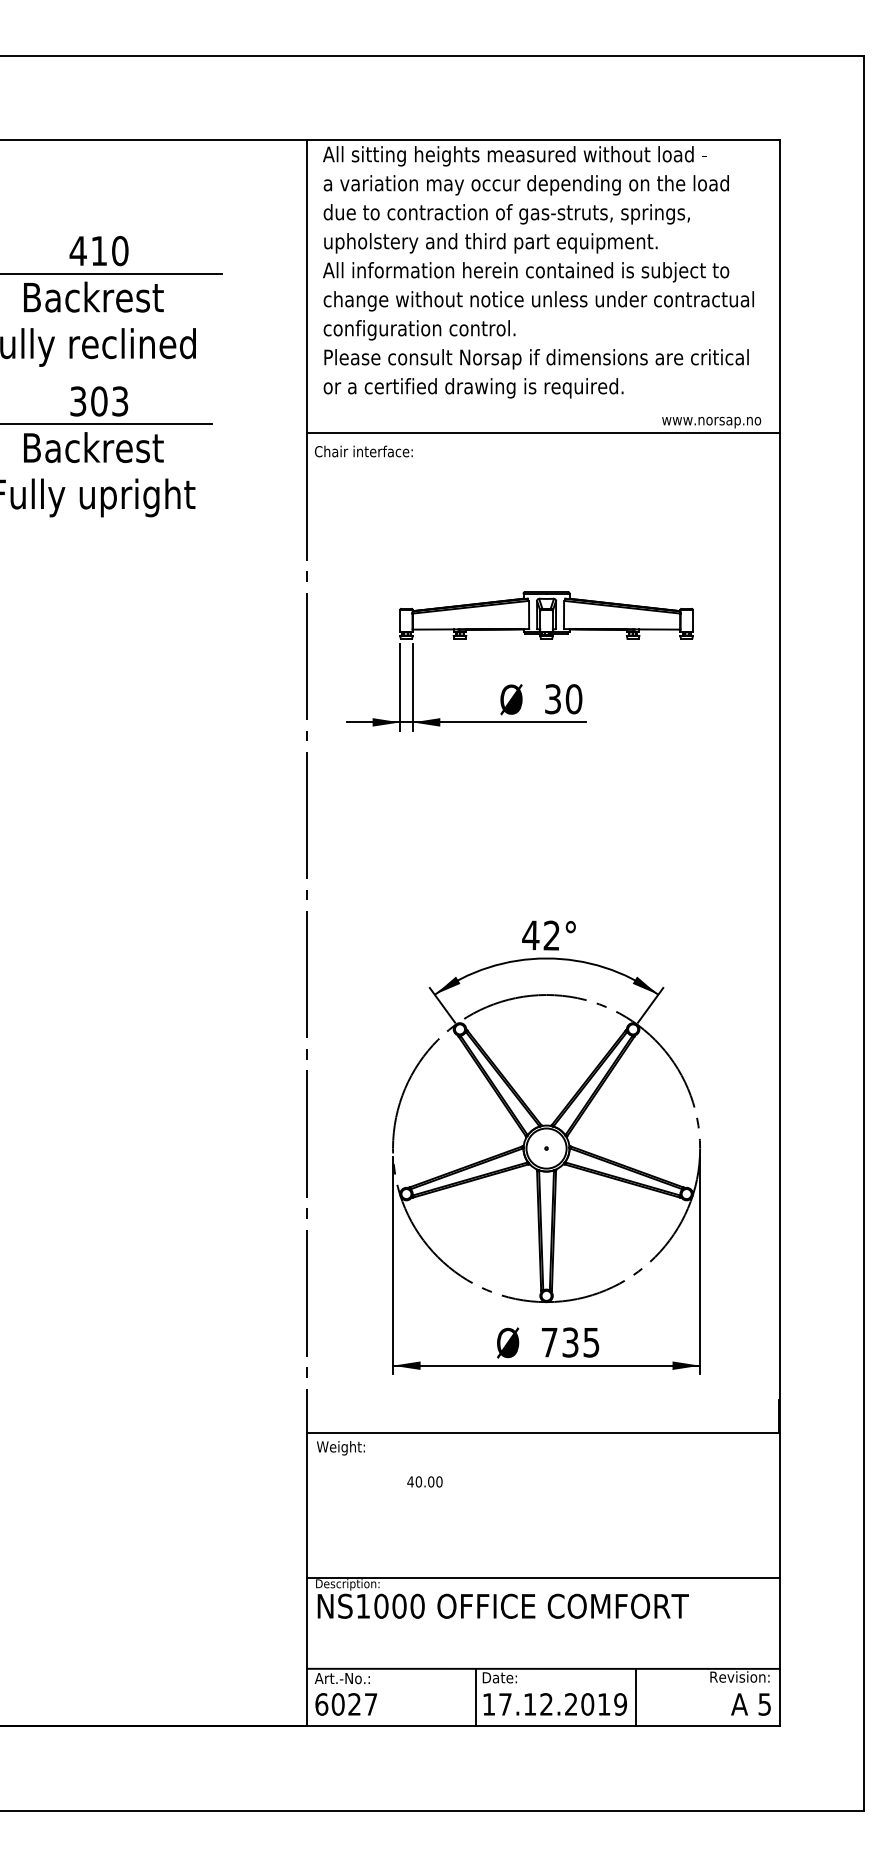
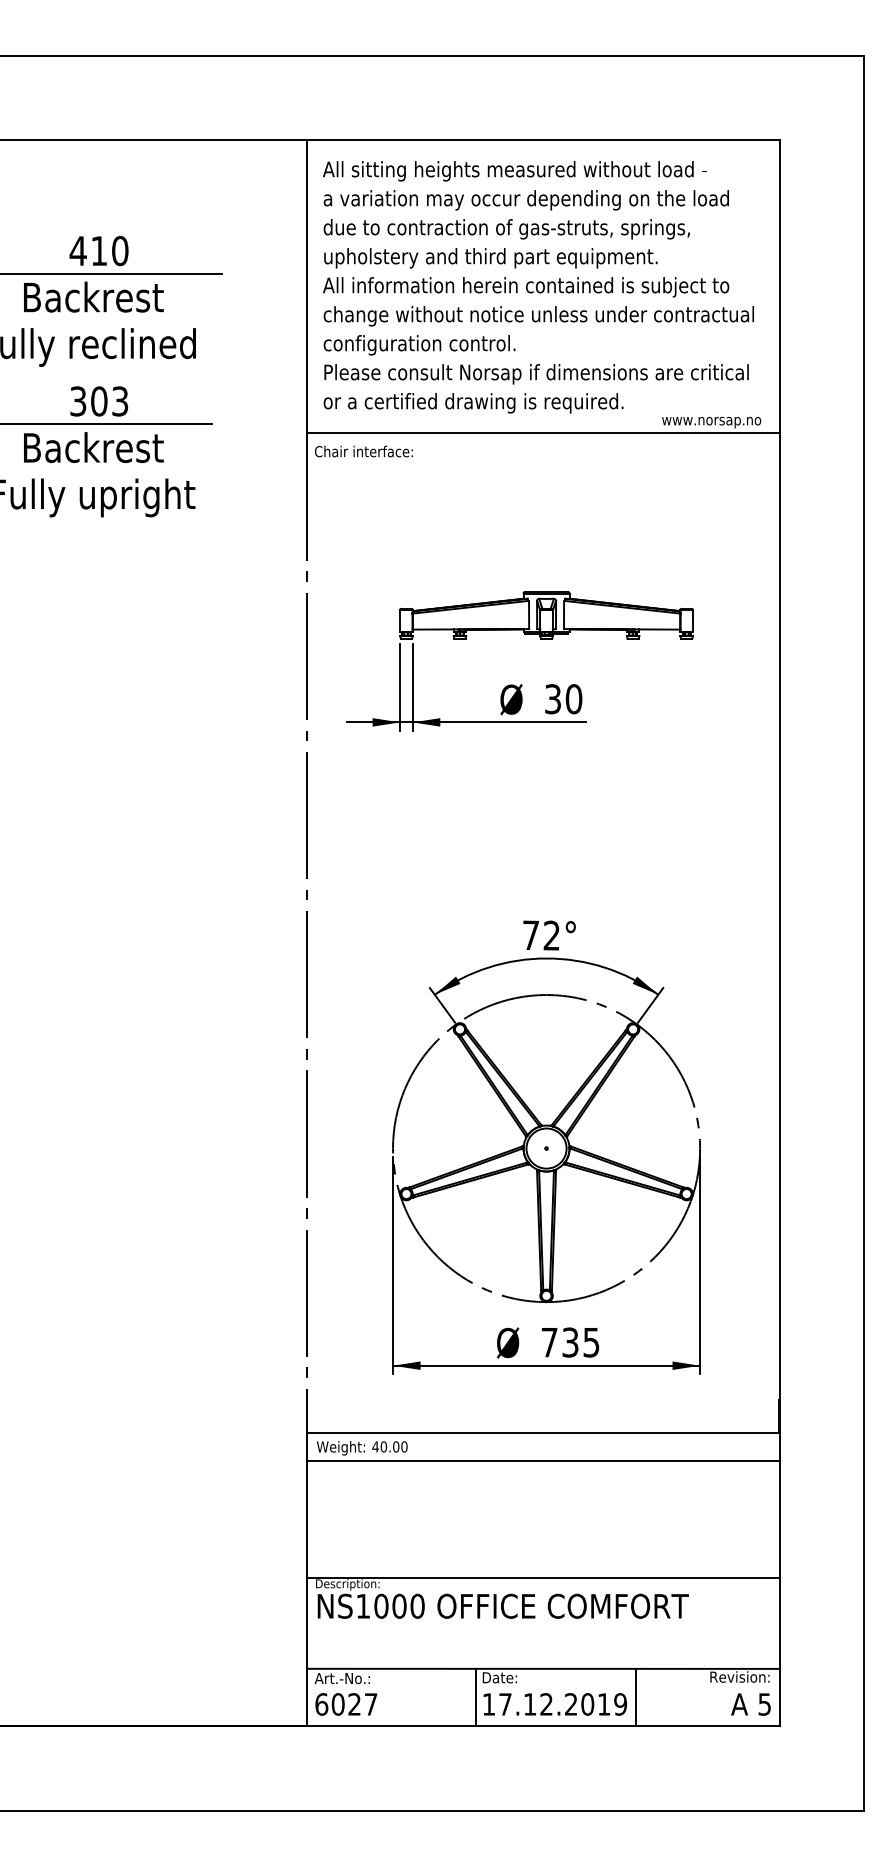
text at (538, 272) position: (538, 272) -> (538, 287)
text at (530, 935): 42° -> 72°
line at (542, 1460): none -> present
text at (424, 1481) position: (424, 1481) -> (389, 1446)
